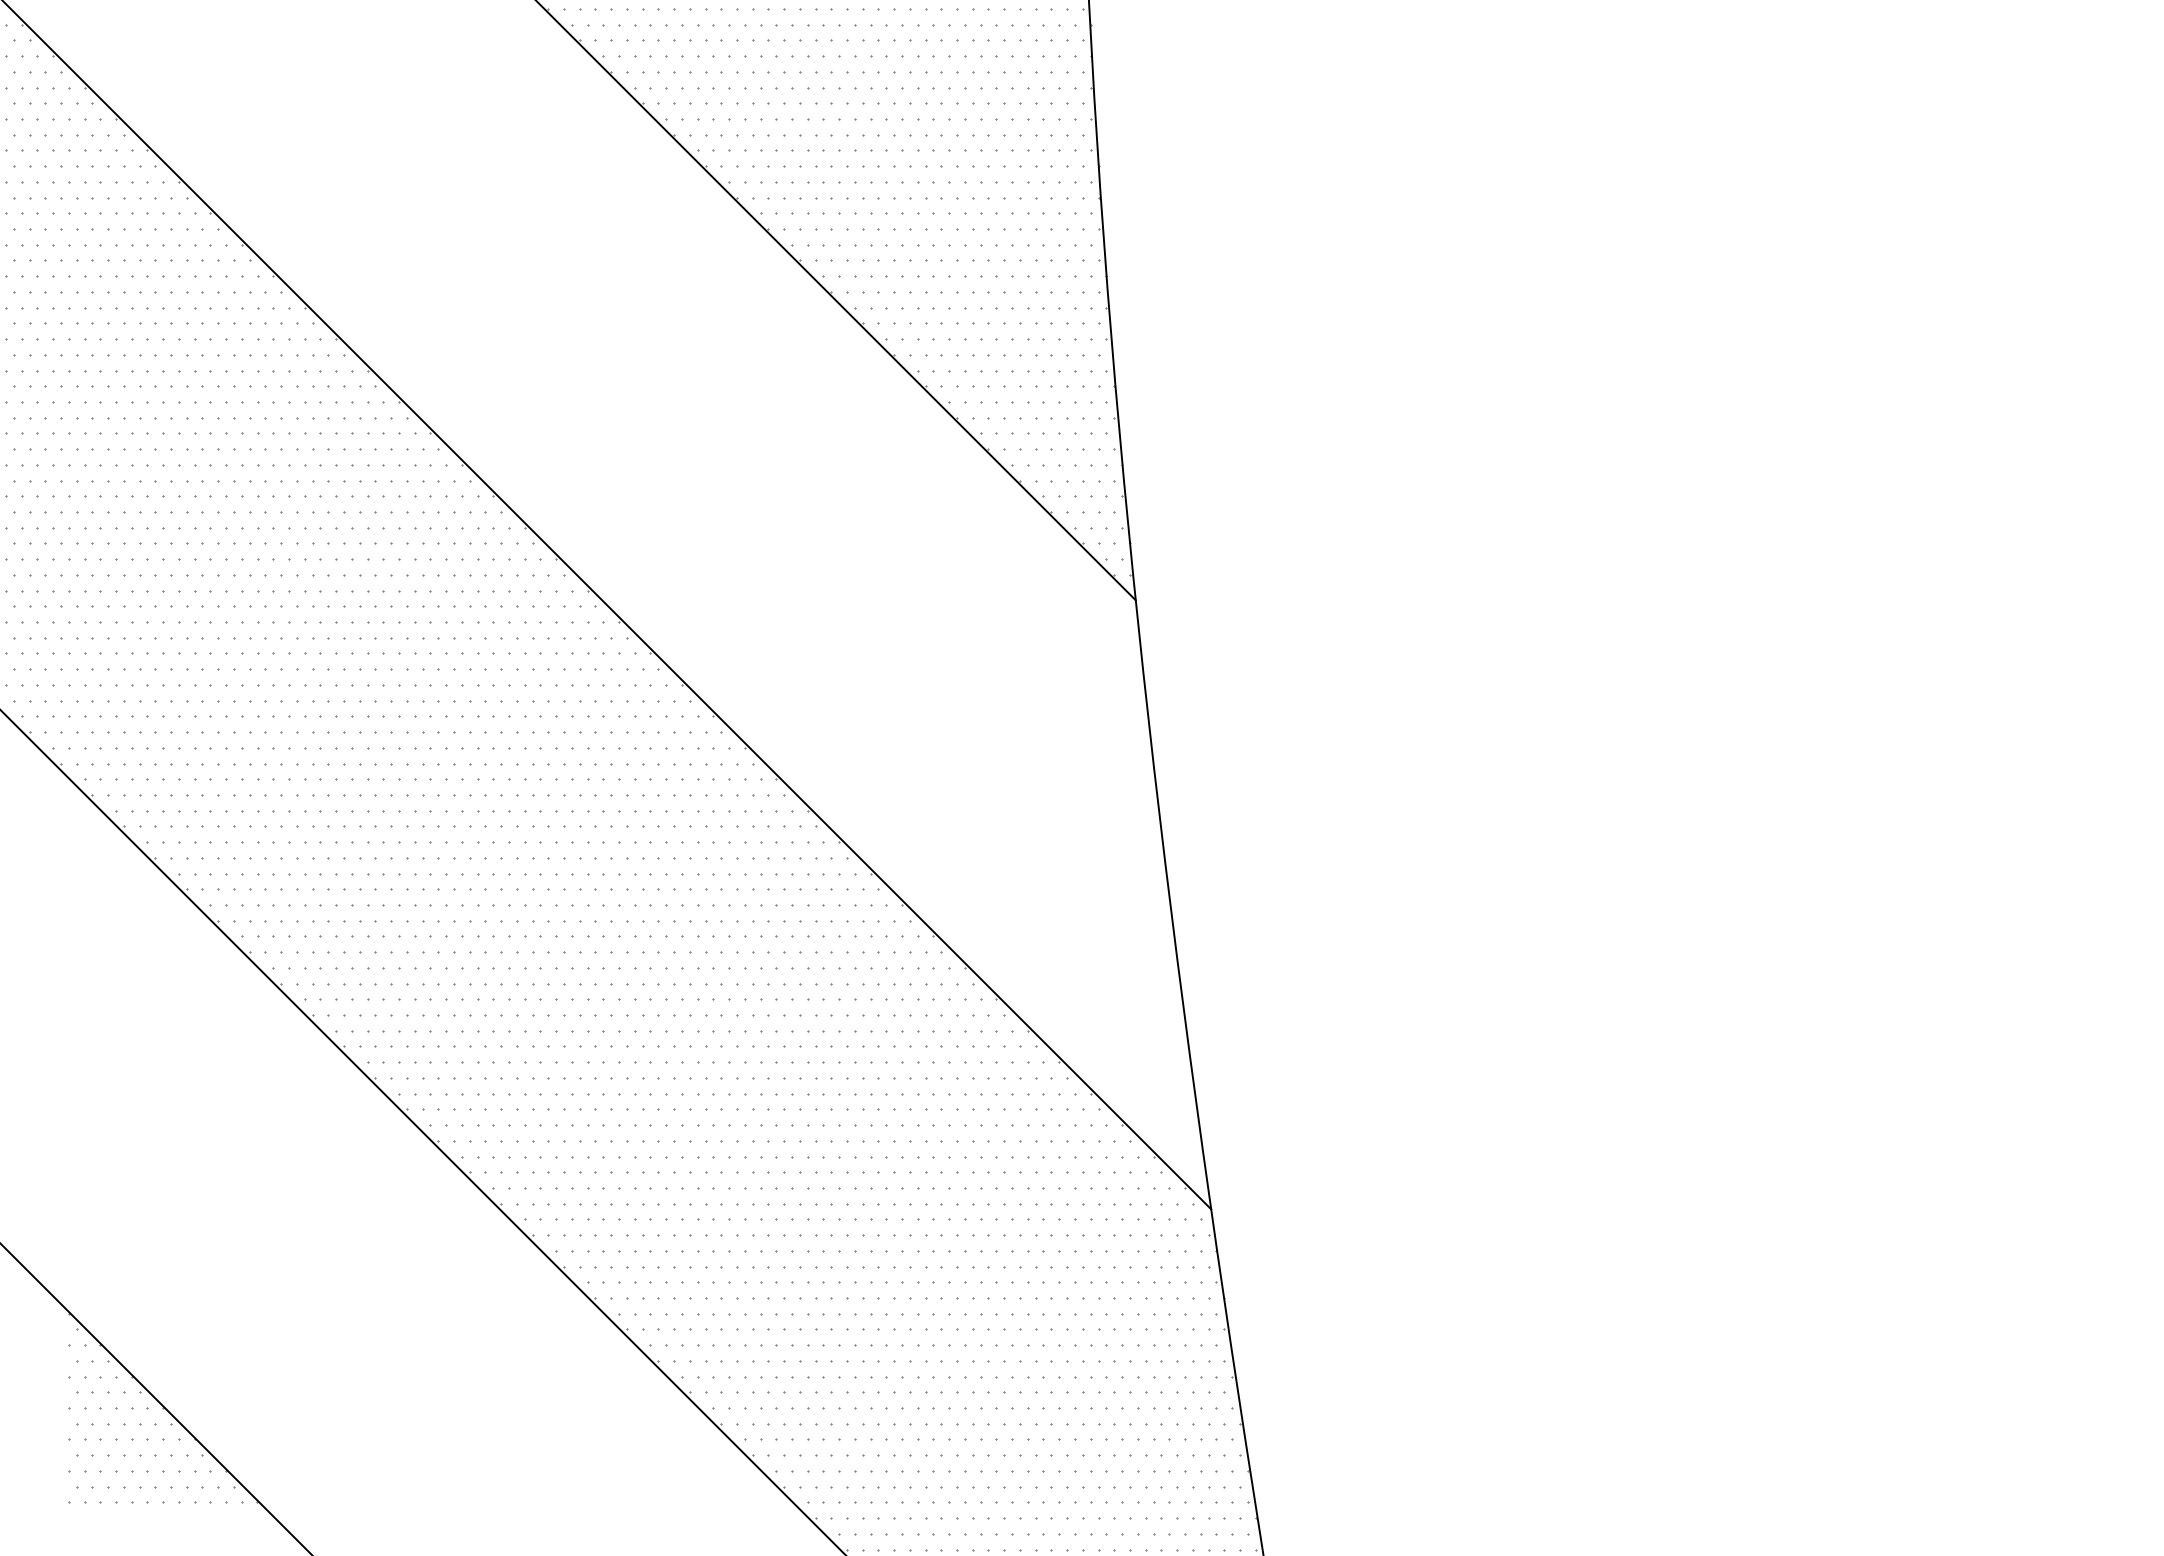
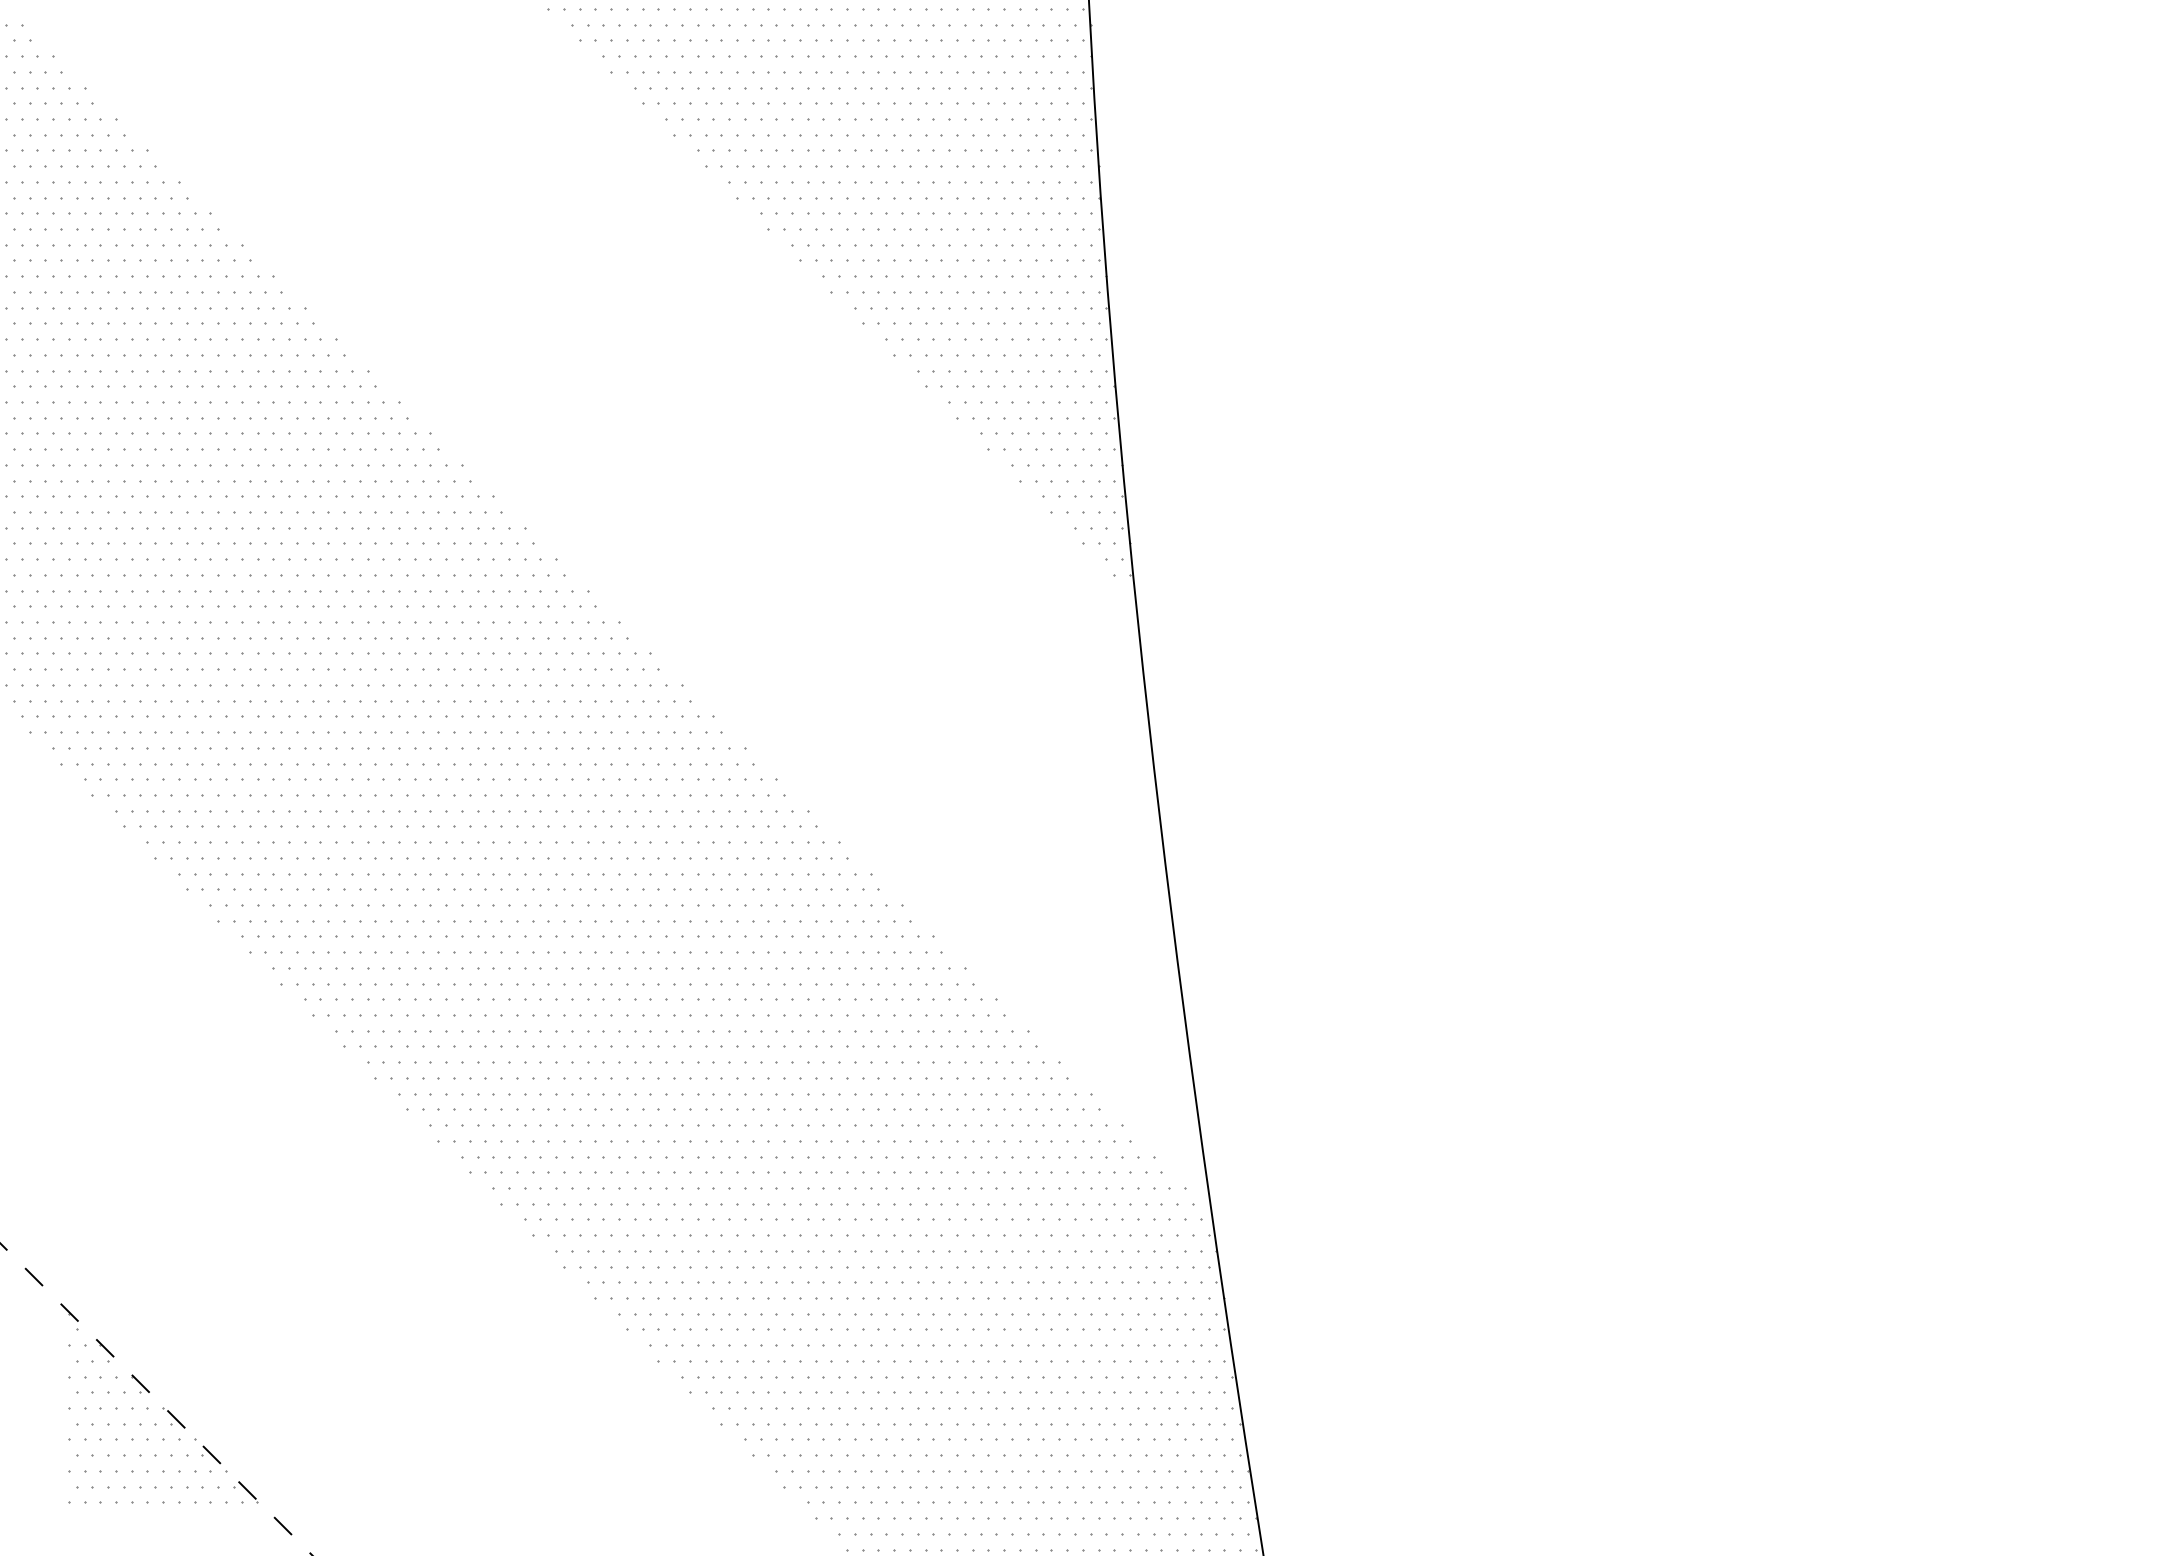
line at (836, 301): present -> none
line at (607, 605): present -> none
line at (422, 1131): present -> none
line at (156, 1399): solid -> dashed
